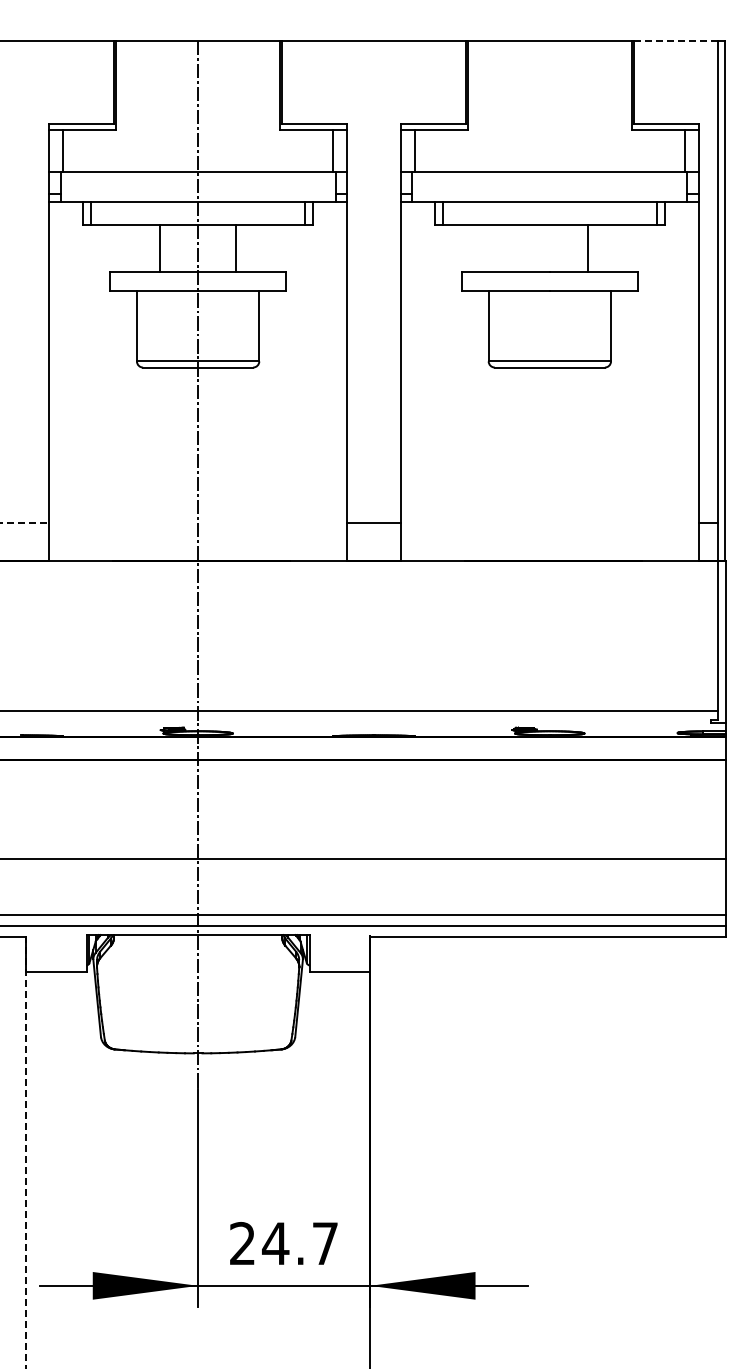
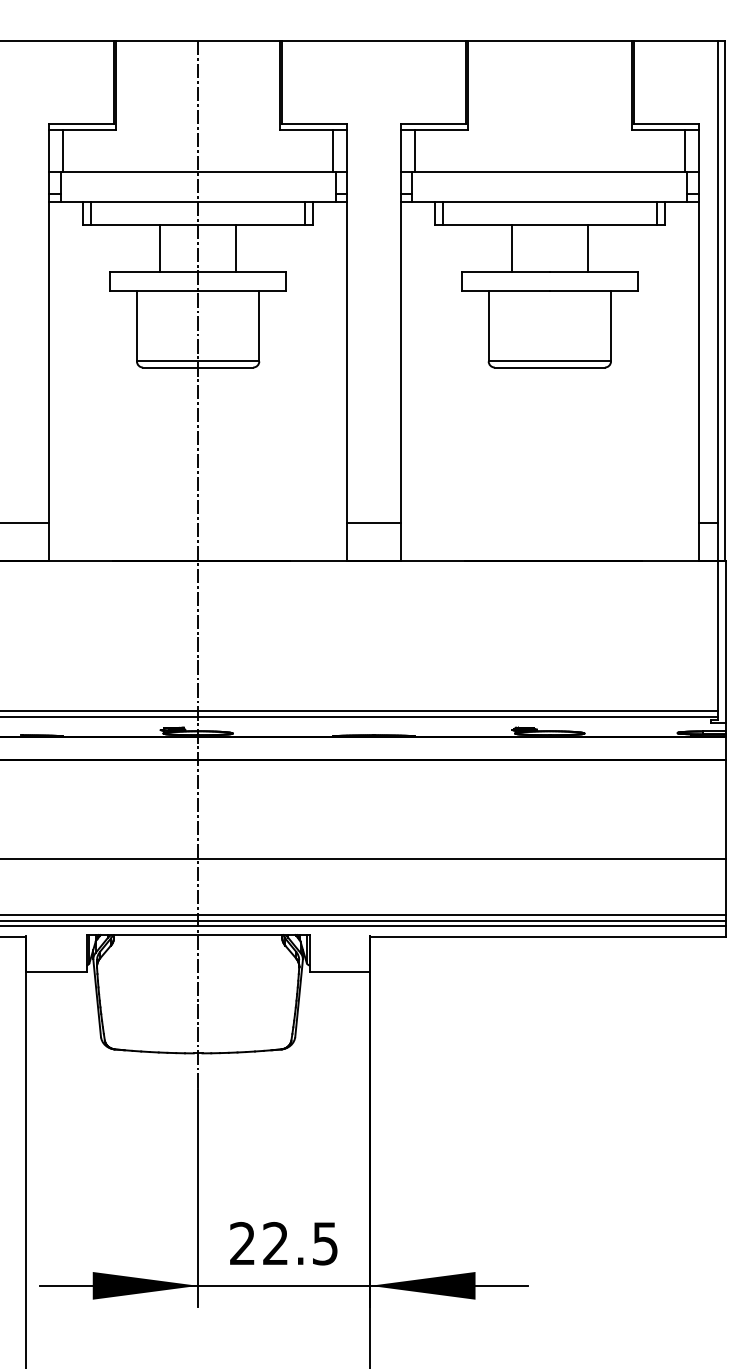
line at (675, 41): dashed -> solid
line at (511, 247): none -> present
line at (25, 522): dashed -> solid
line at (359, 717): none -> present
line at (363, 920): none -> present
line at (26, 1152): dashed -> solid
text at (299, 1243): 24.7 -> 22.5
